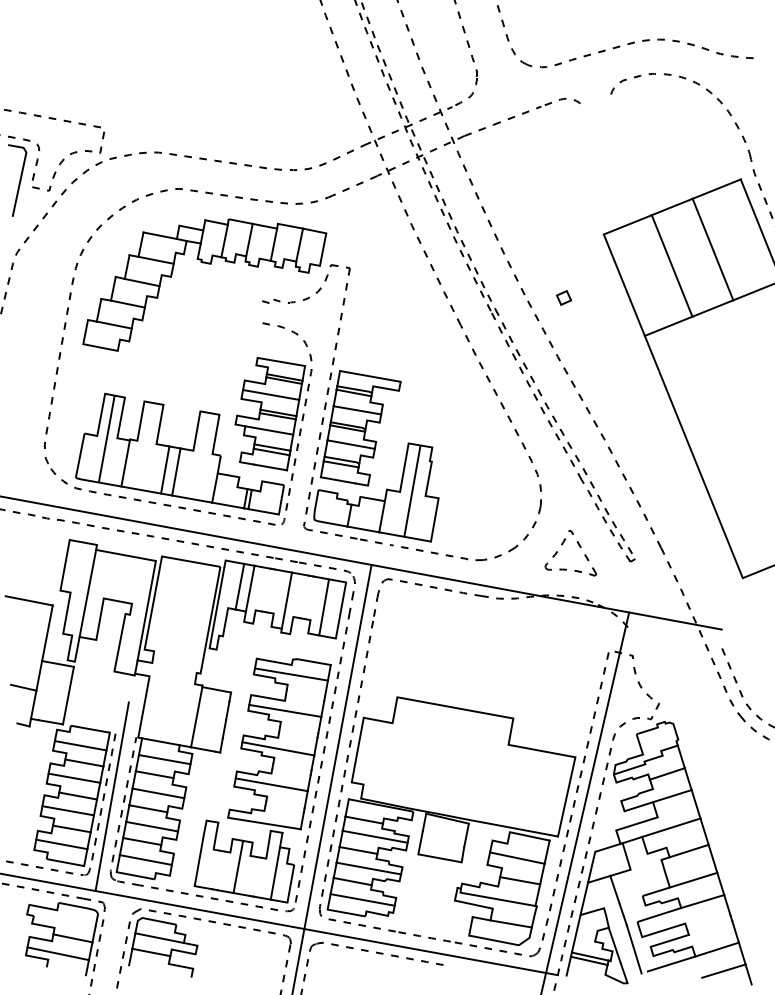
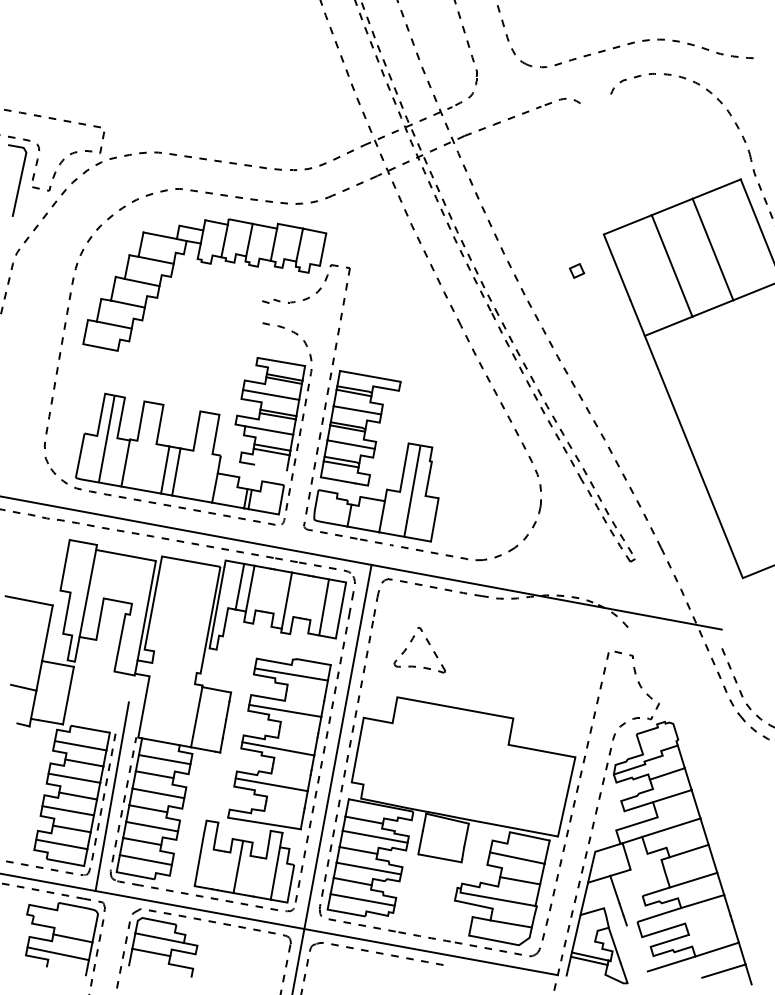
part at (563, 297) position: (563, 297) -> (576, 270)
line at (270, 467): present -> none
part at (579, 547) position: (579, 547) -> (428, 644)
line at (585, 801): present -> none
line at (633, 949): present -> none
